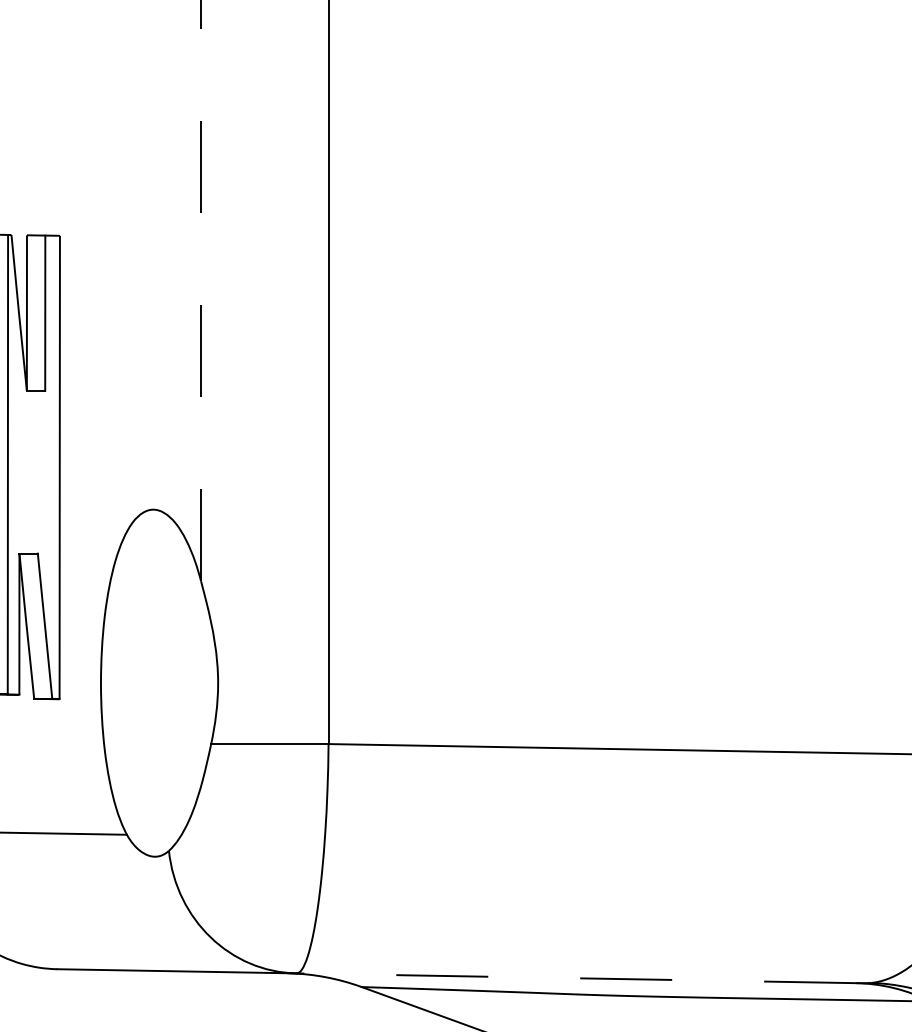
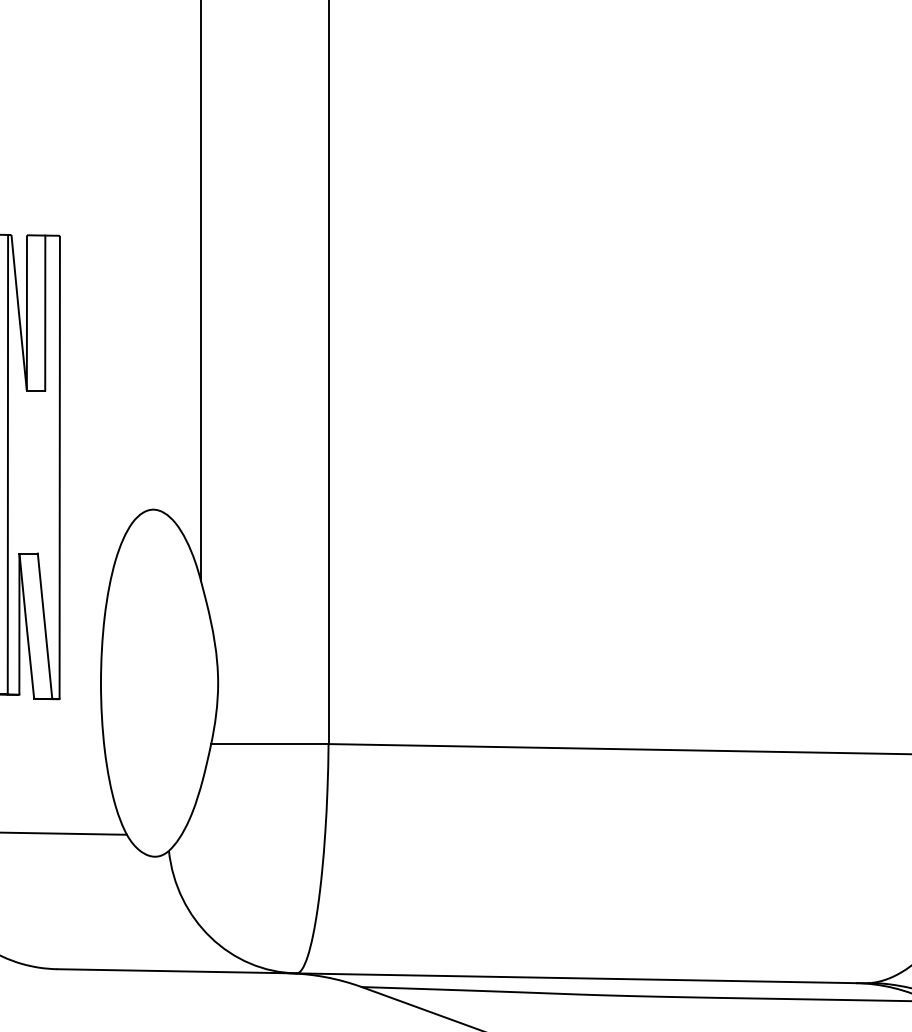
line at (201, 290): dashed -> solid
line at (576, 978): dashed -> solid
